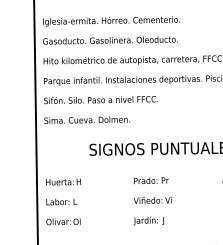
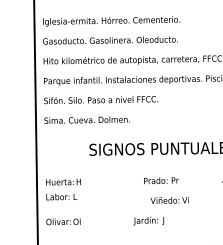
text at (151, 180) position: (151, 180) -> (161, 180)
text at (152, 199) position: (152, 199) -> (169, 199)
text at (61, 201) position: (61, 201) -> (61, 196)
